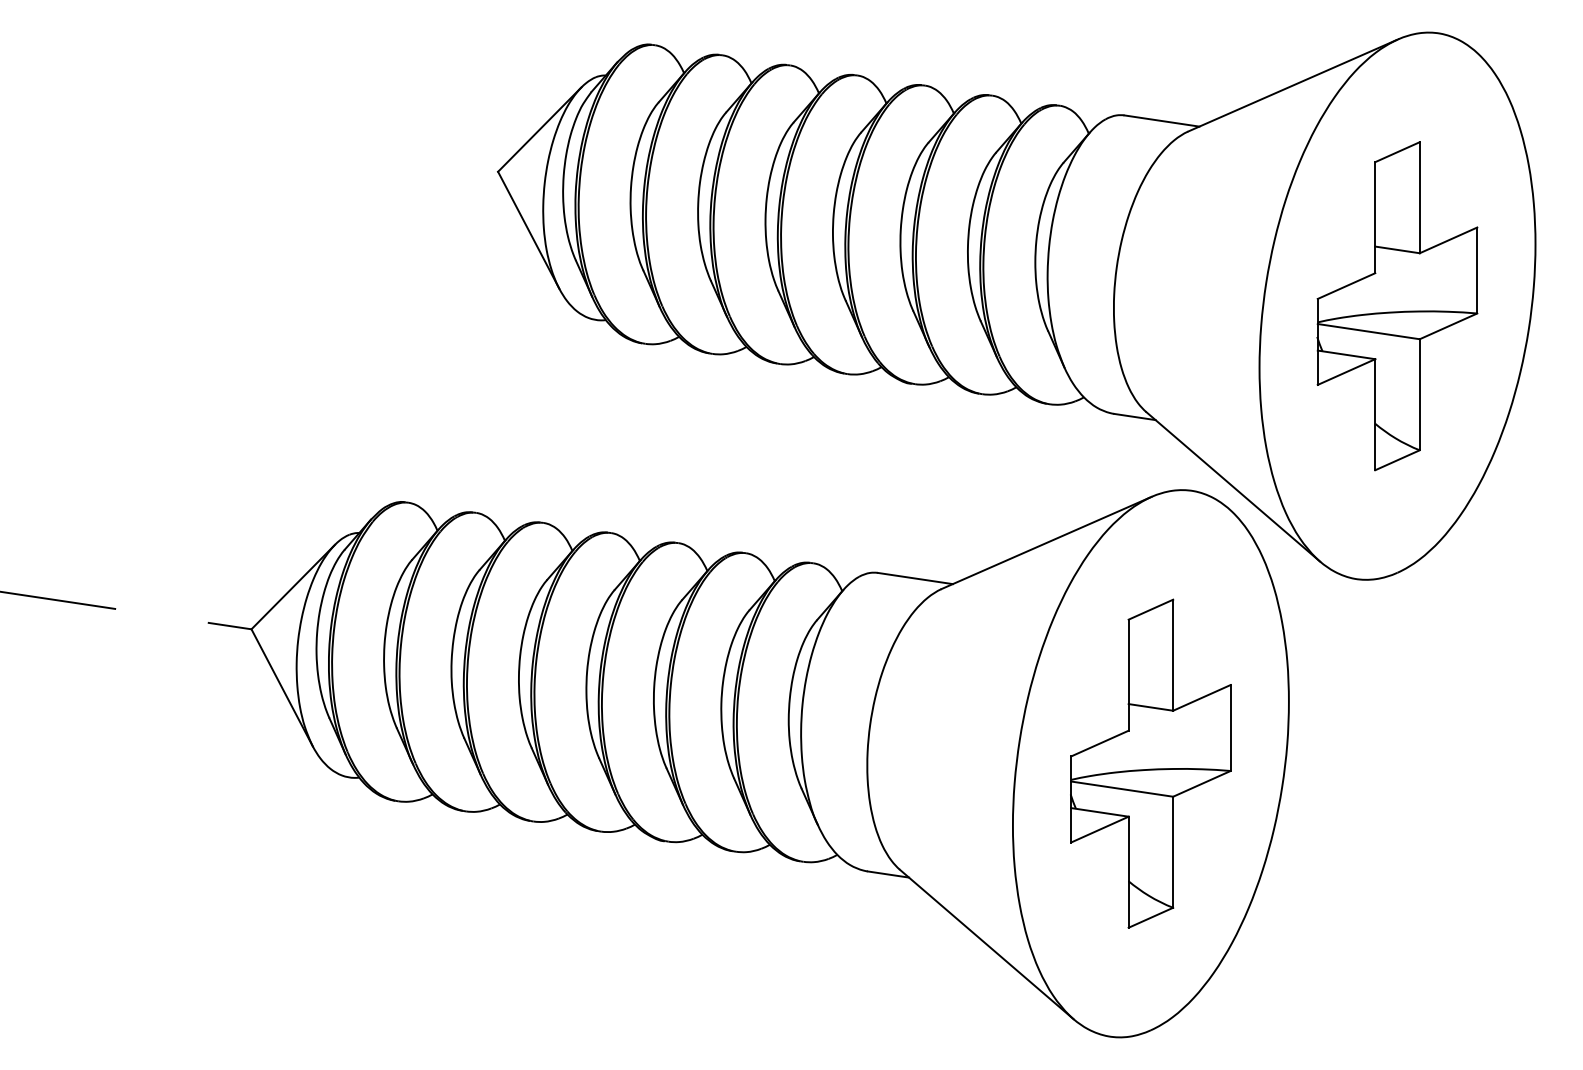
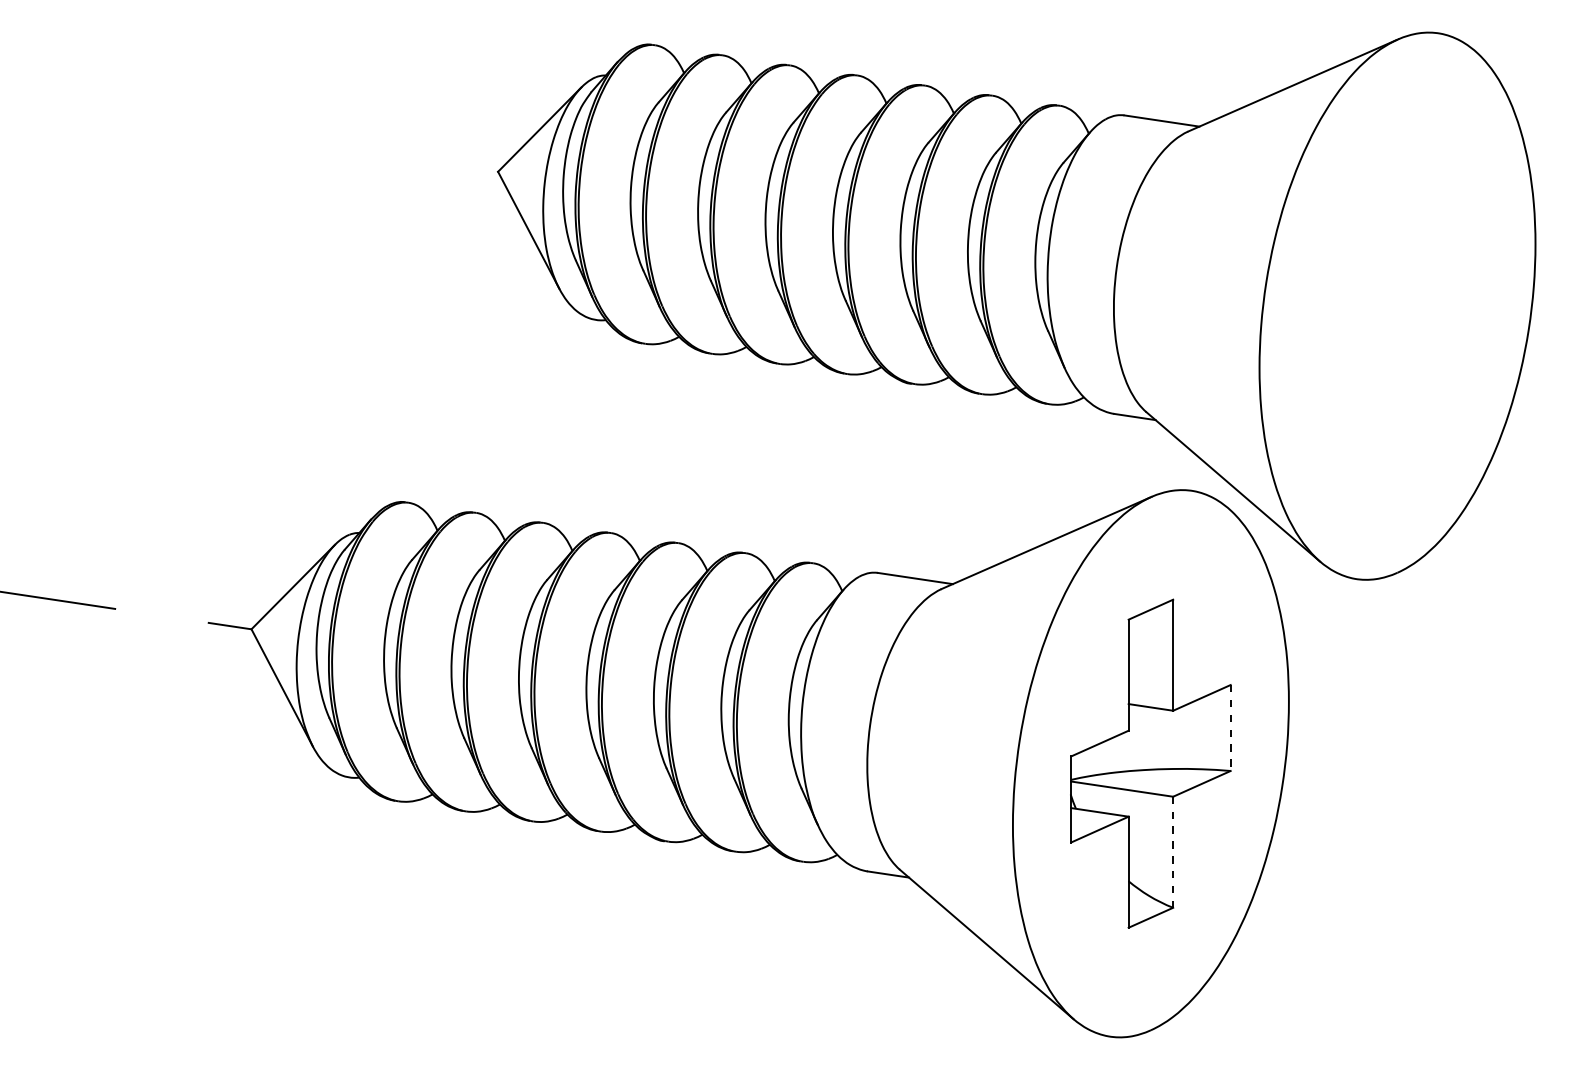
part at (1397, 306): present -> none
line at (1230, 728): solid -> dashed
line at (1173, 852): solid -> dashed
